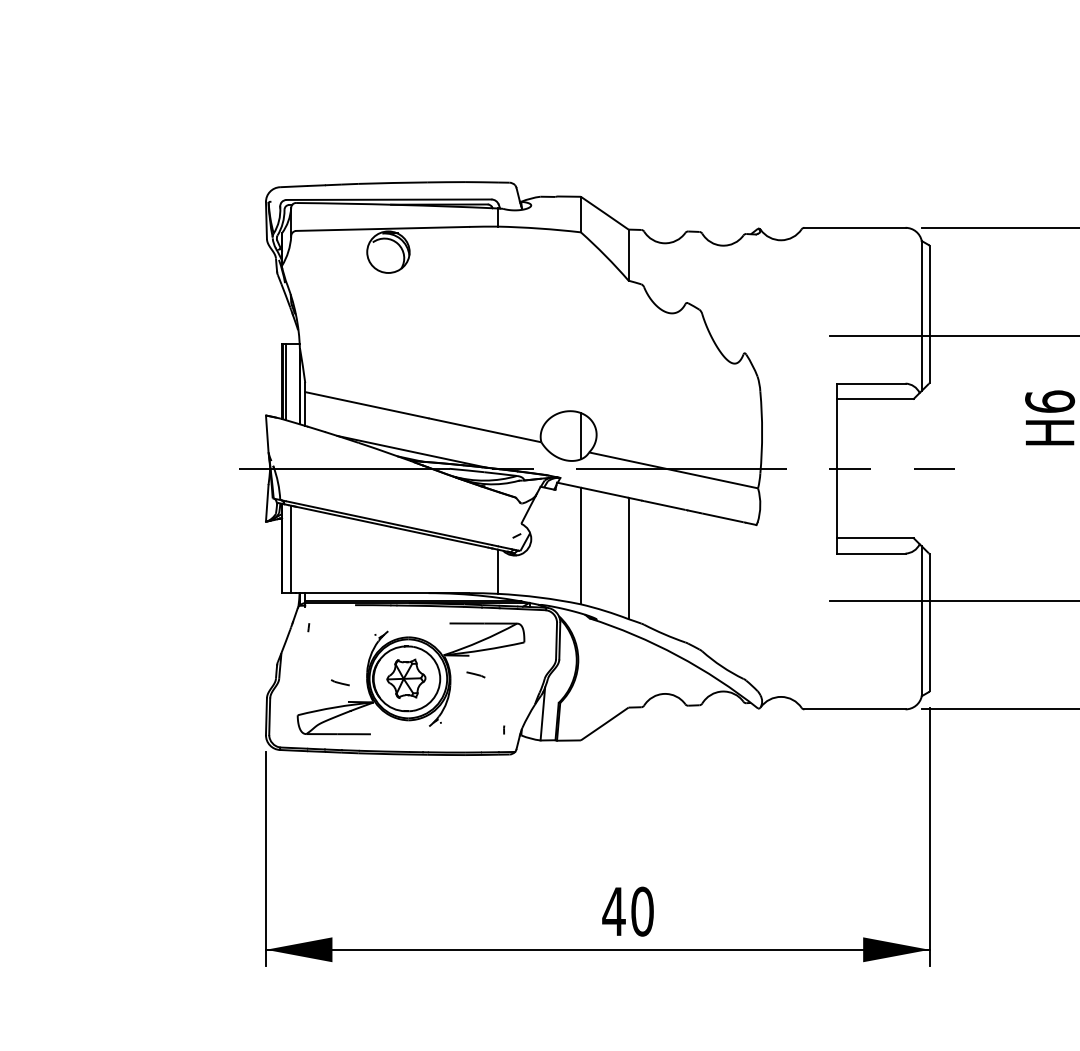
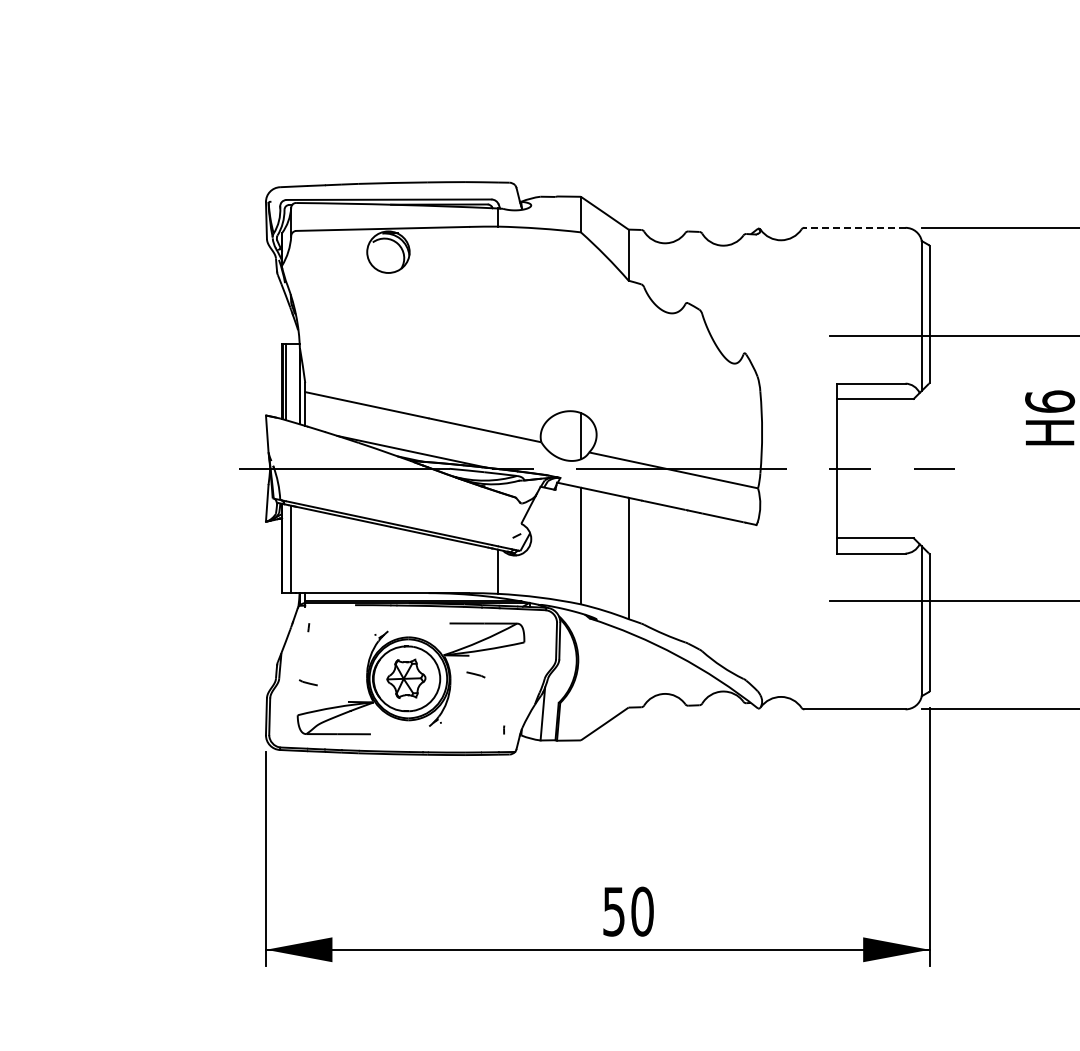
line at (854, 227): solid -> dashed
line at (340, 682) position: (340, 682) -> (308, 682)
text at (613, 911): 40 -> 50
